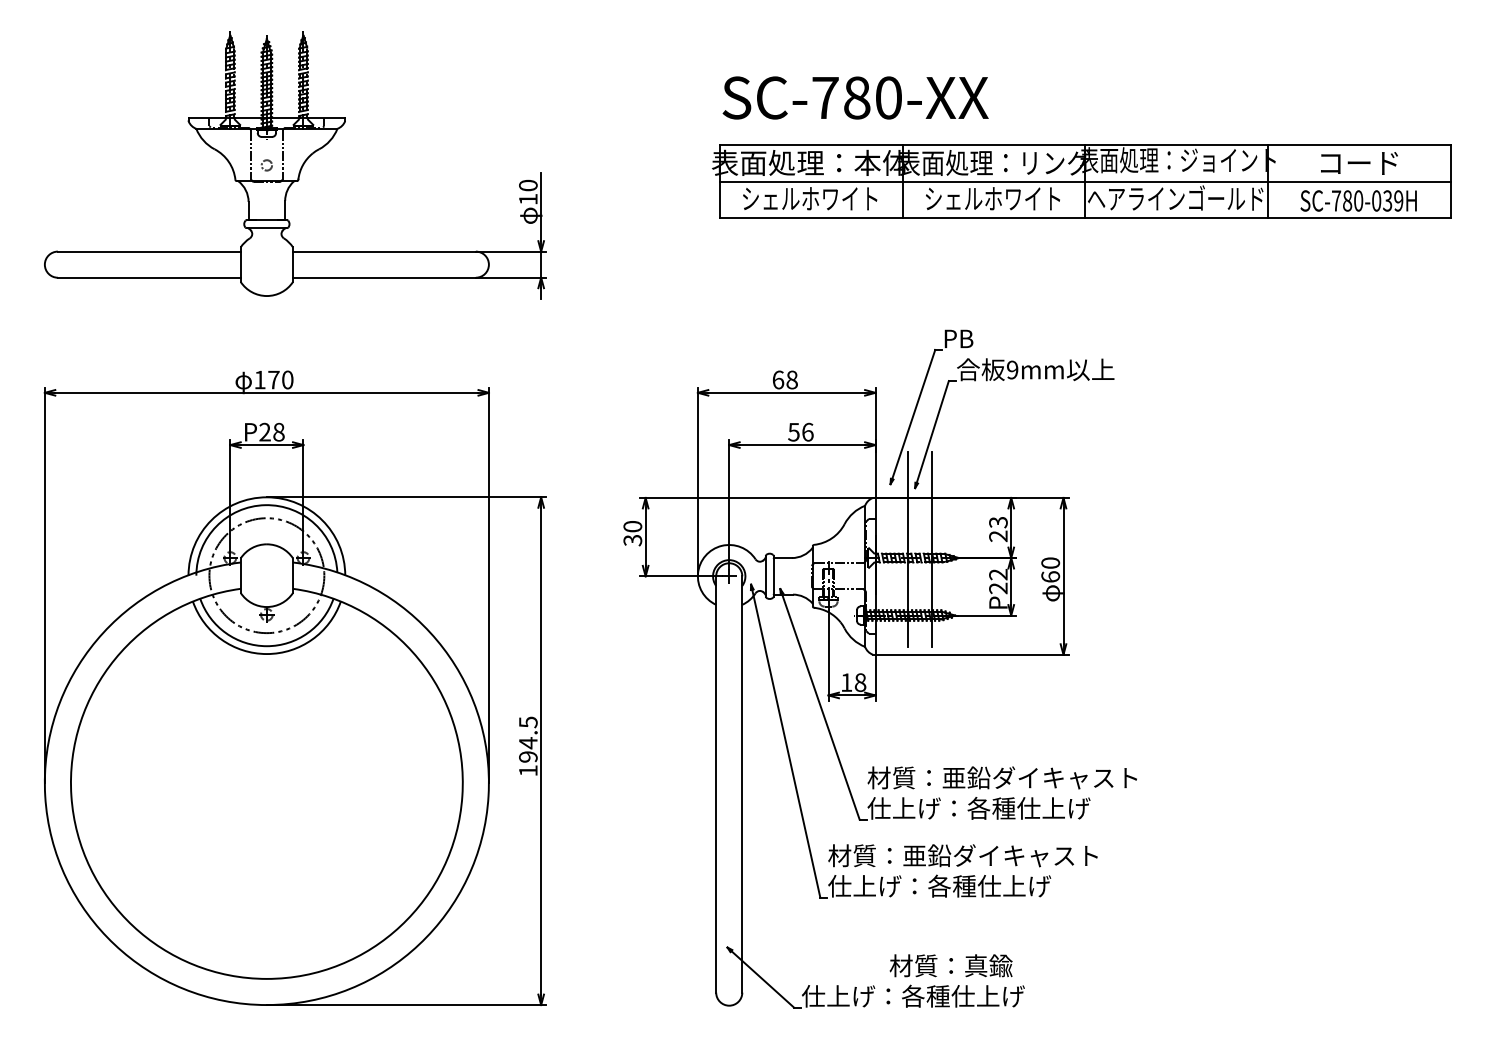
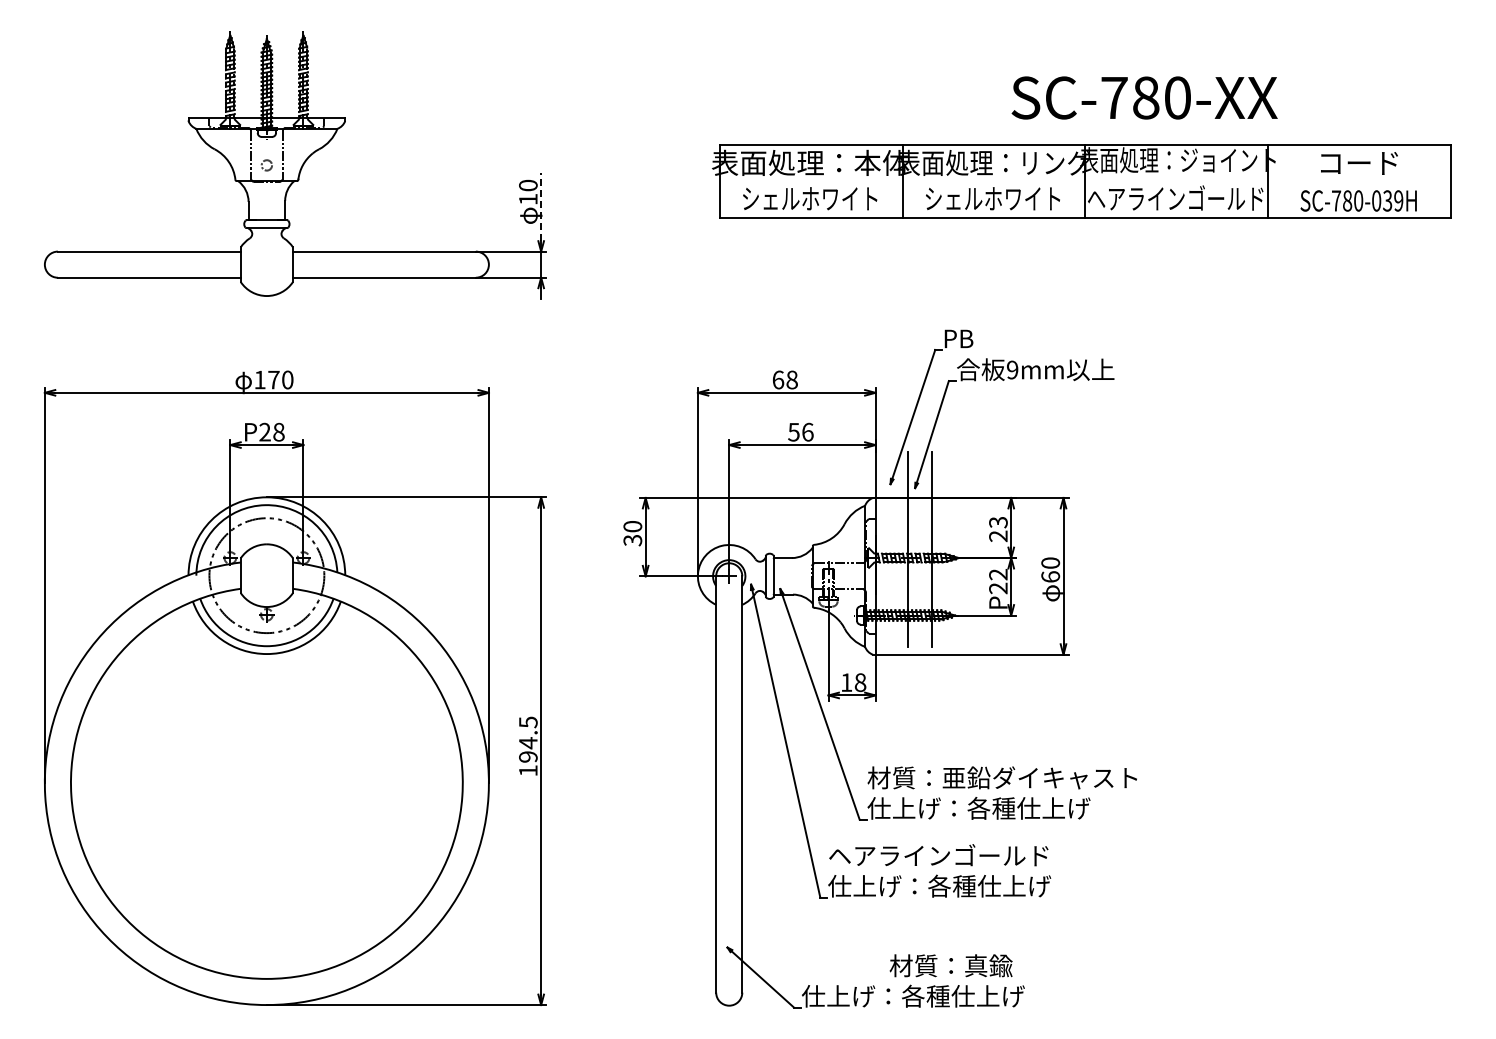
text at (855, 97) position: (855, 97) -> (1144, 97)
line at (1085, 181): present -> none
line at (541, 206): solid -> dashed
text at (962, 855): 材質：亜鉛ダイキャスト -> ヘアラインゴールド
